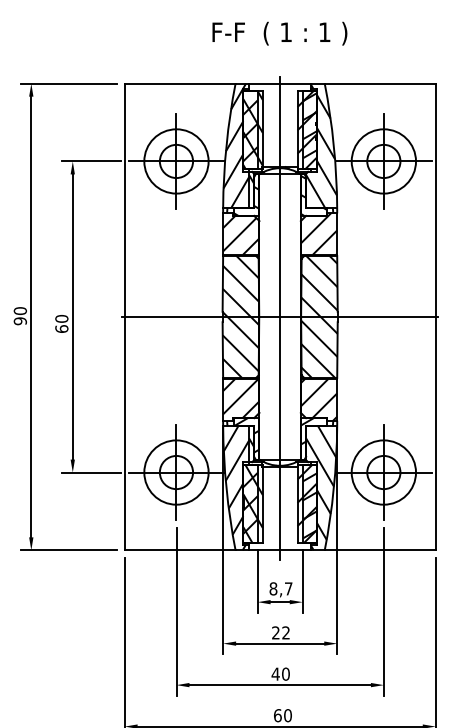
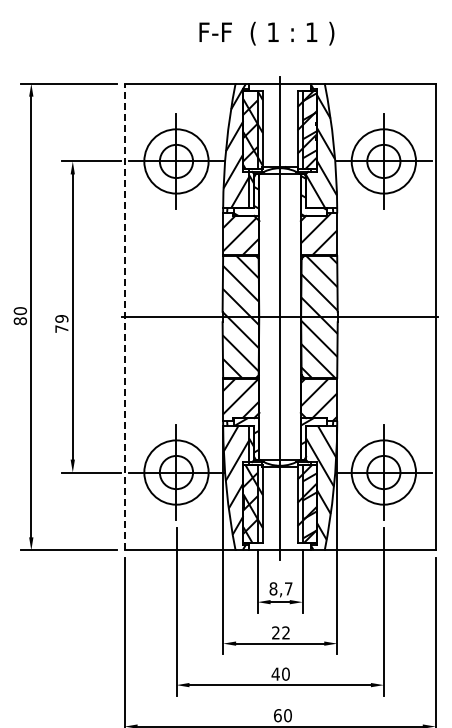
text at (279, 33) position: (279, 33) -> (266, 33)
line at (124, 316): solid -> dashed
text at (20, 321): 90 -> 80
text at (61, 323): 60 -> 79
